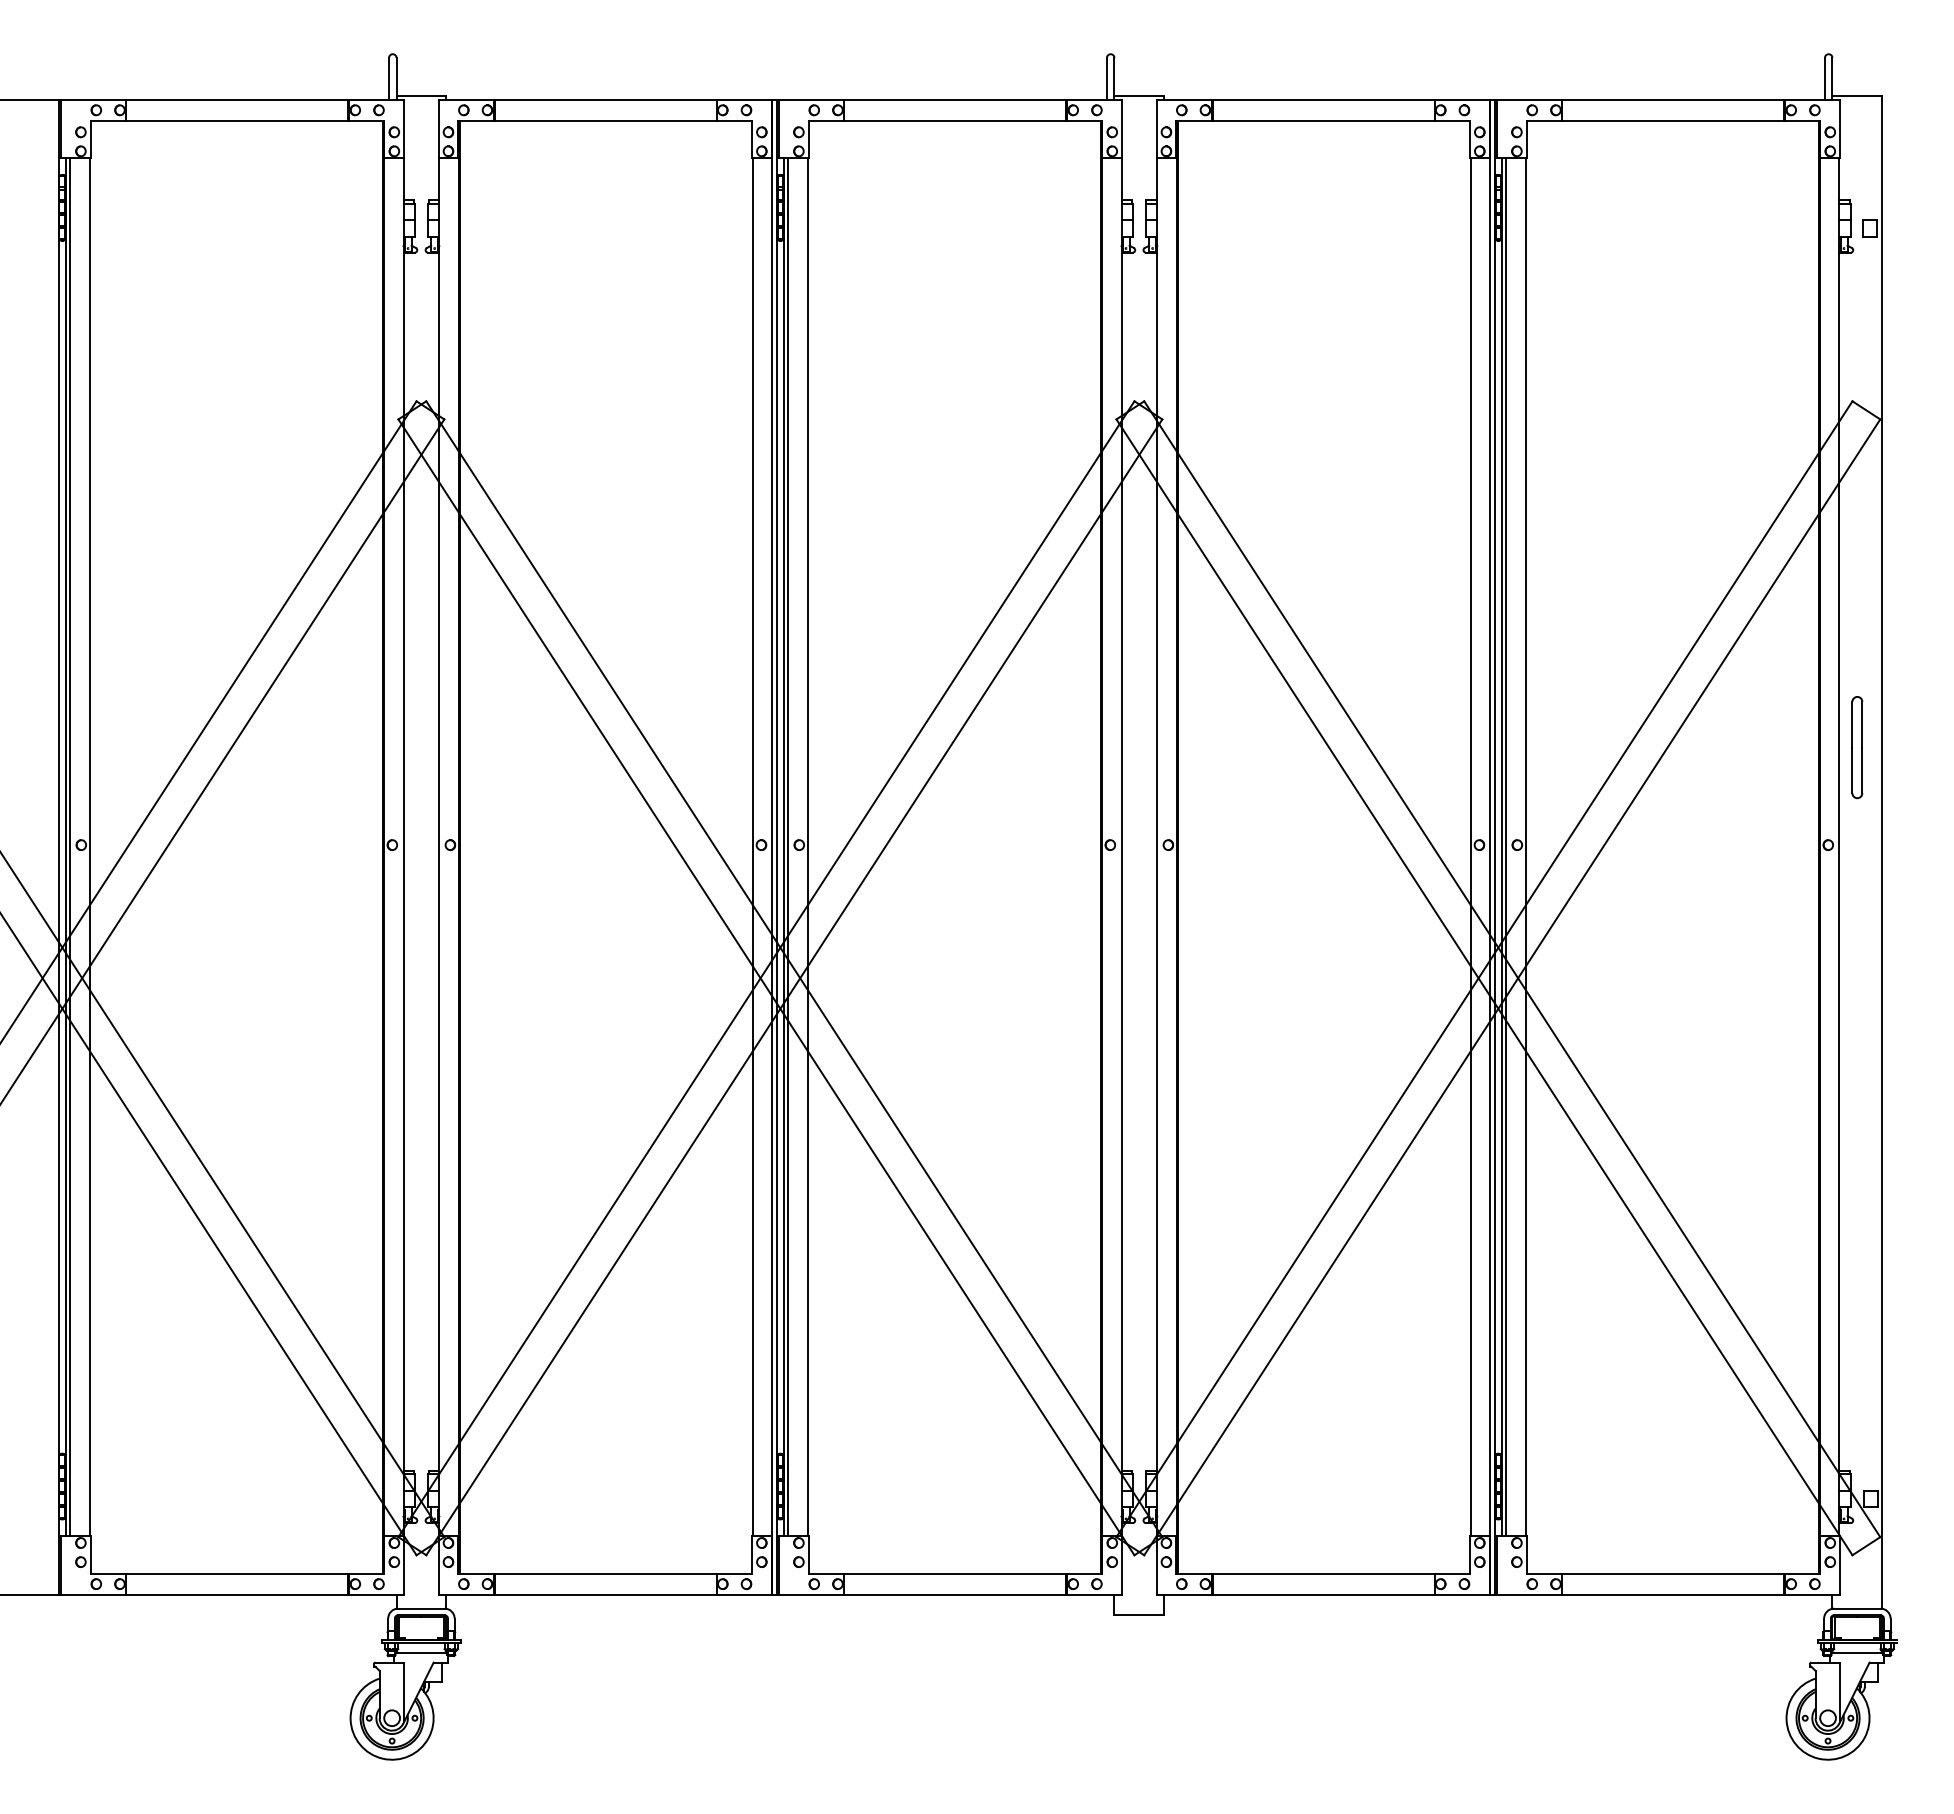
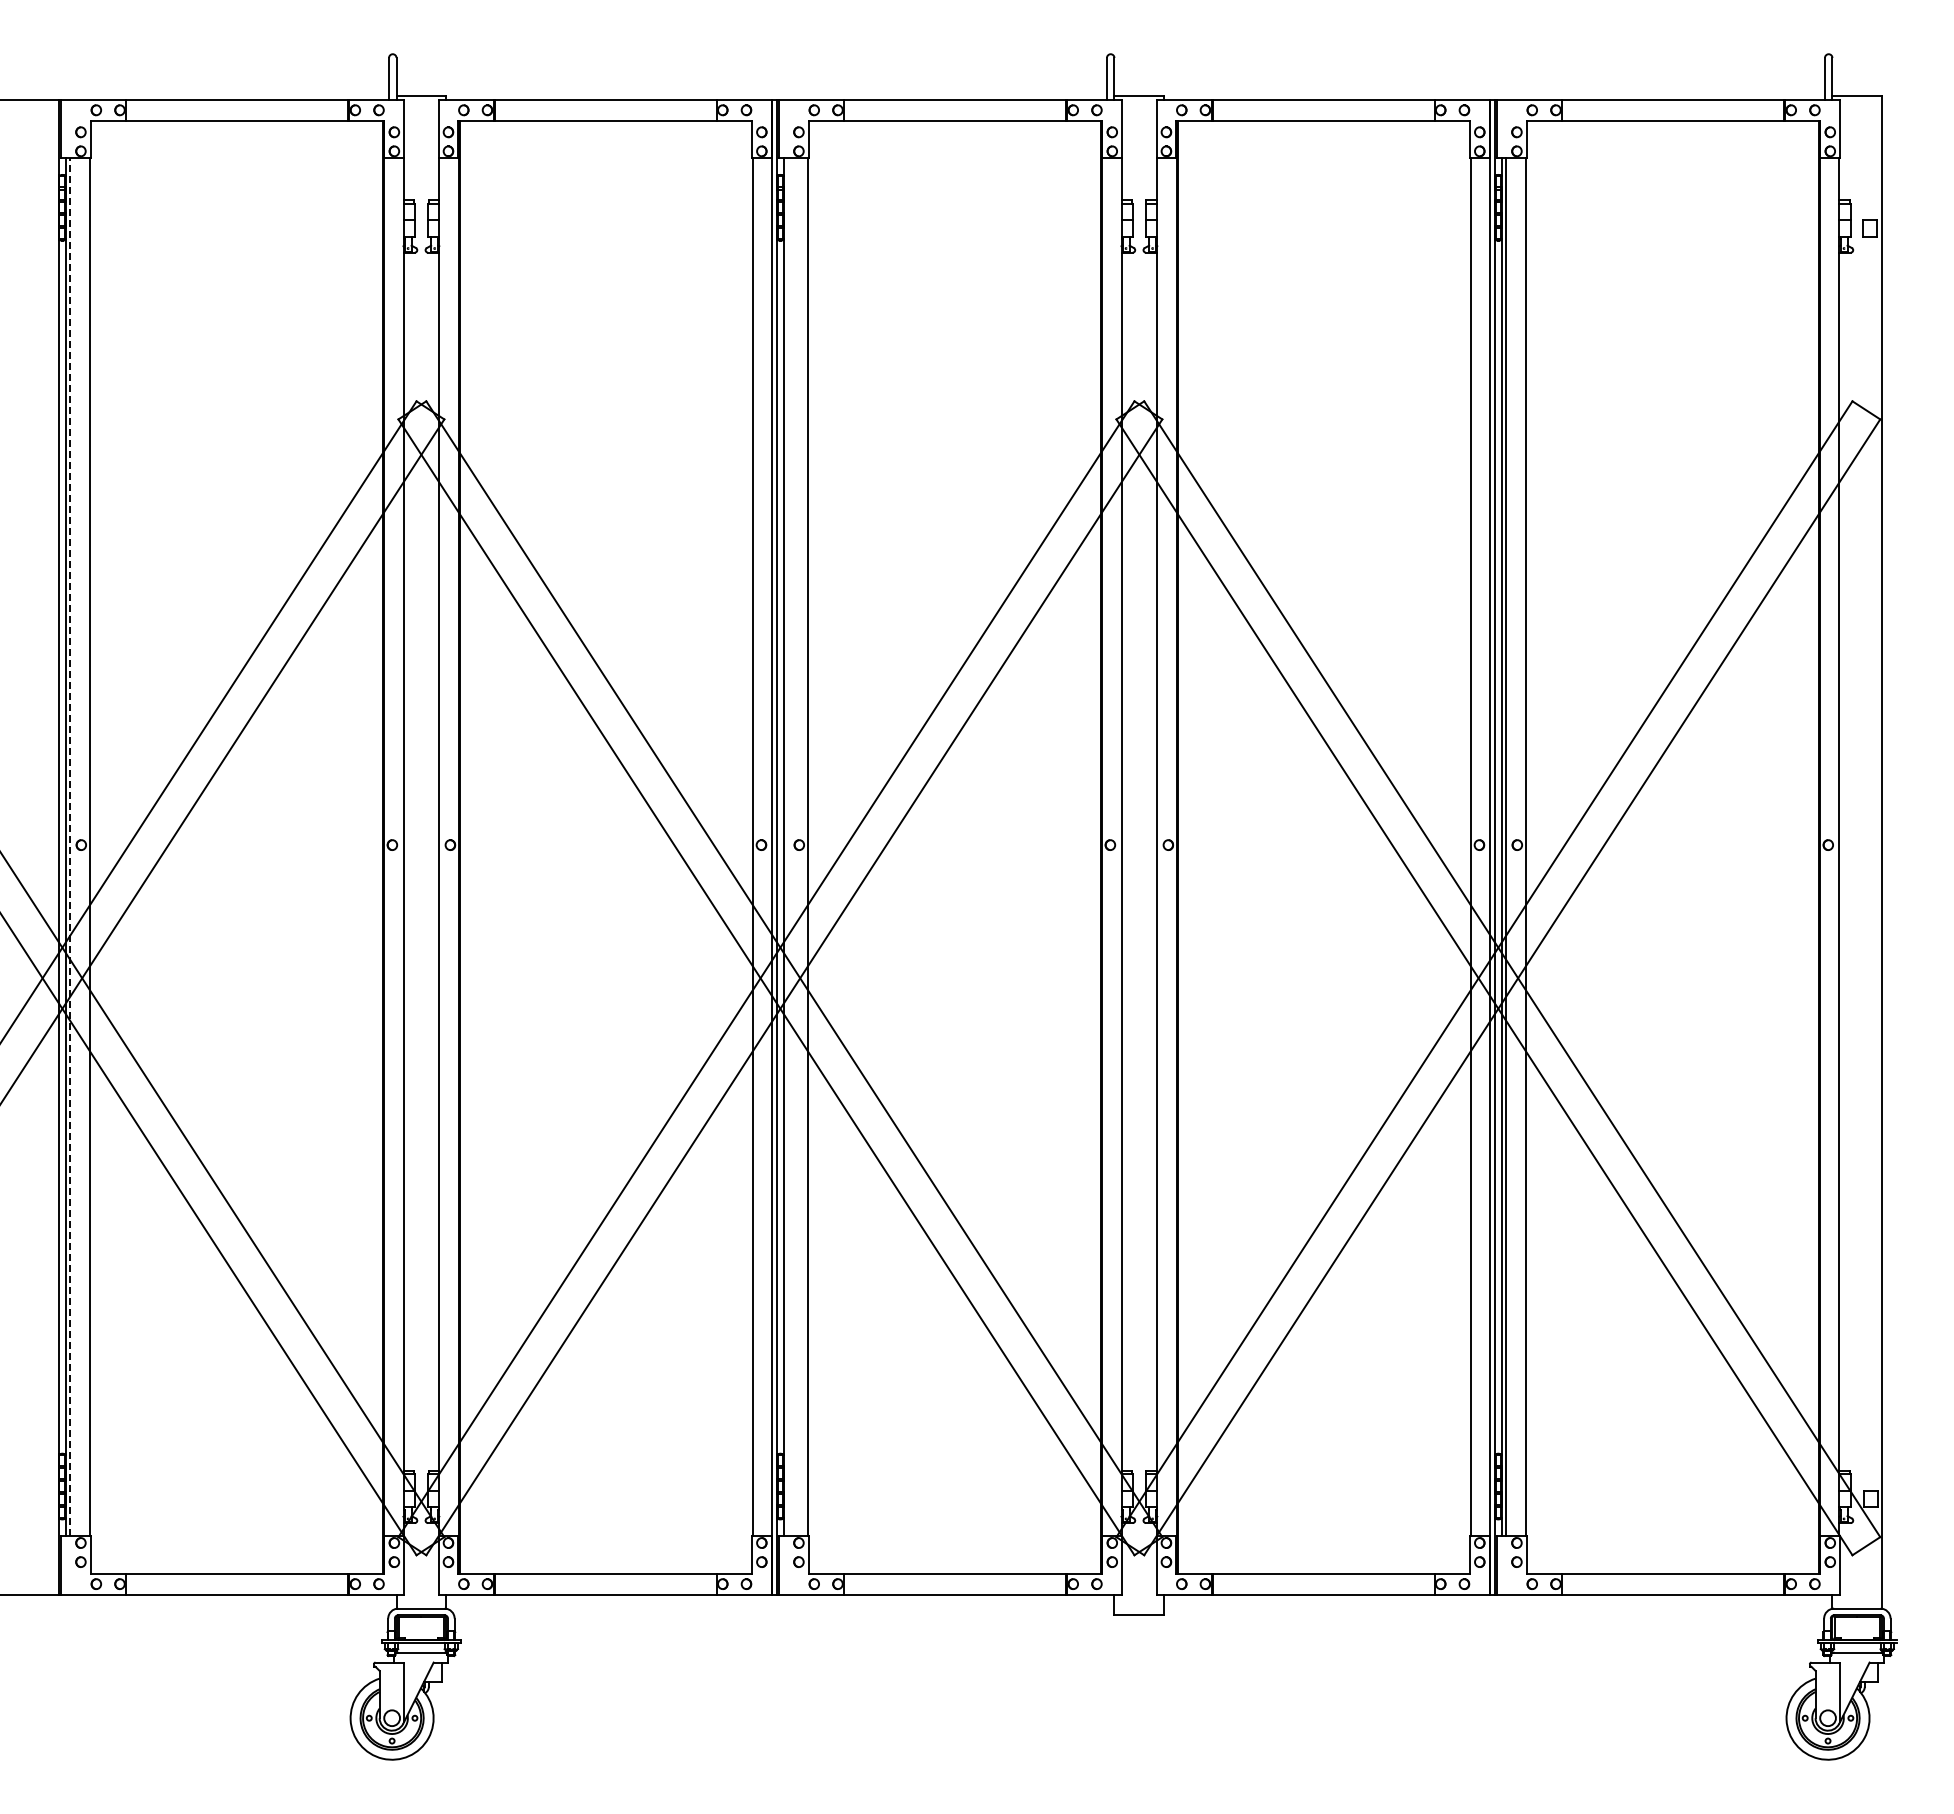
part at (1857, 747): present -> none
line at (70, 846): solid -> dashed
line at (788, 847): present -> none
